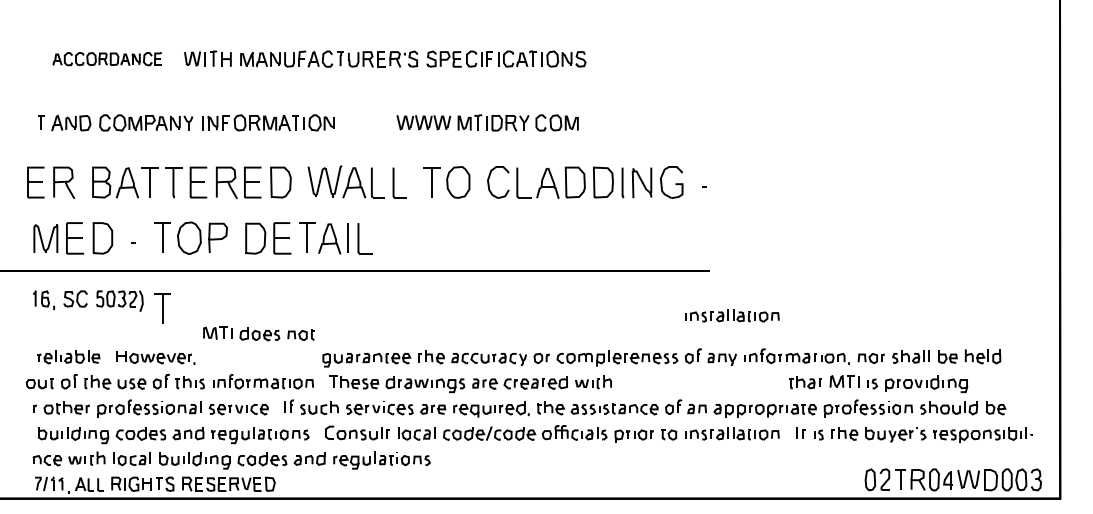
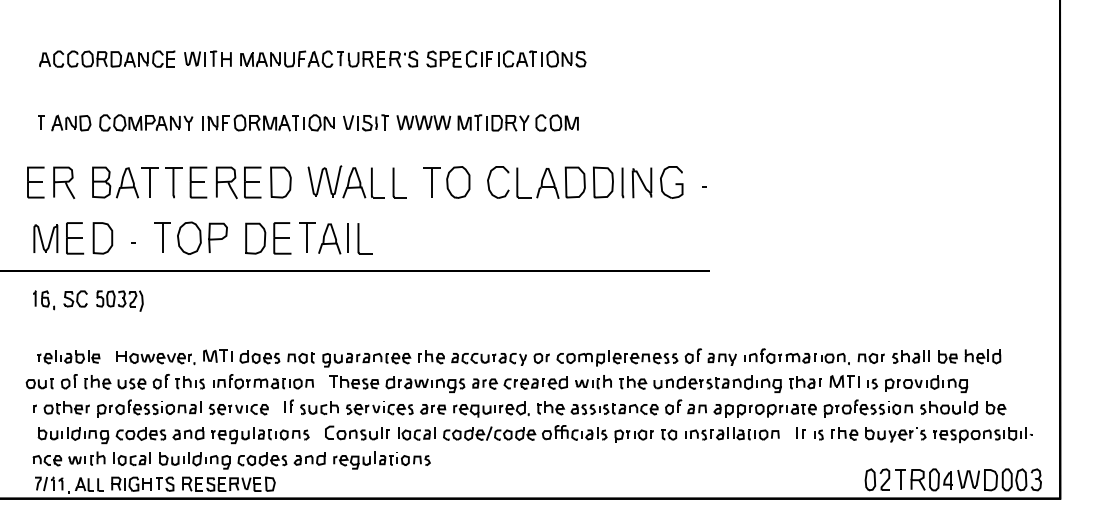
part at (106, 59) size: 110x15 px -> 137x18 px
part at (365, 122): none -> present
part at (162, 308): present -> none
part at (732, 315): present -> none
part at (258, 333) position: (258, 333) -> (258, 356)
part at (700, 383): none -> present
